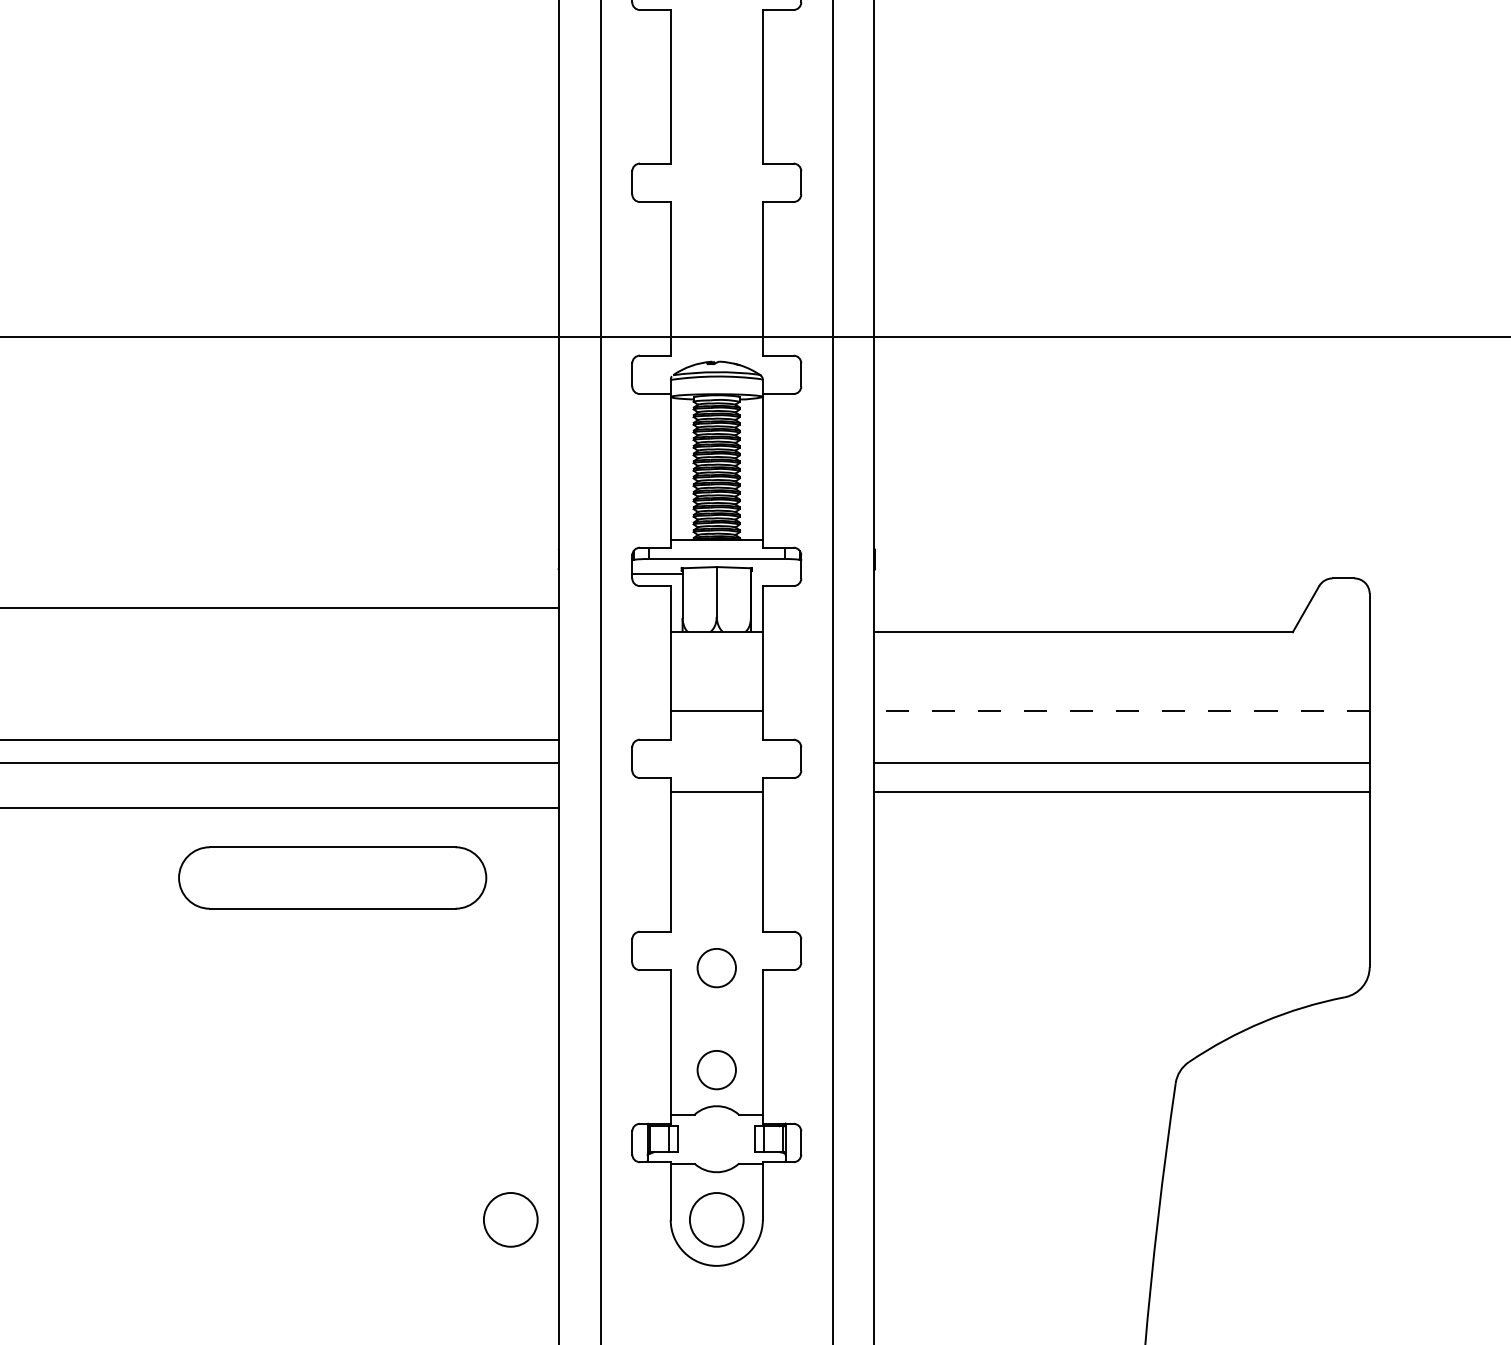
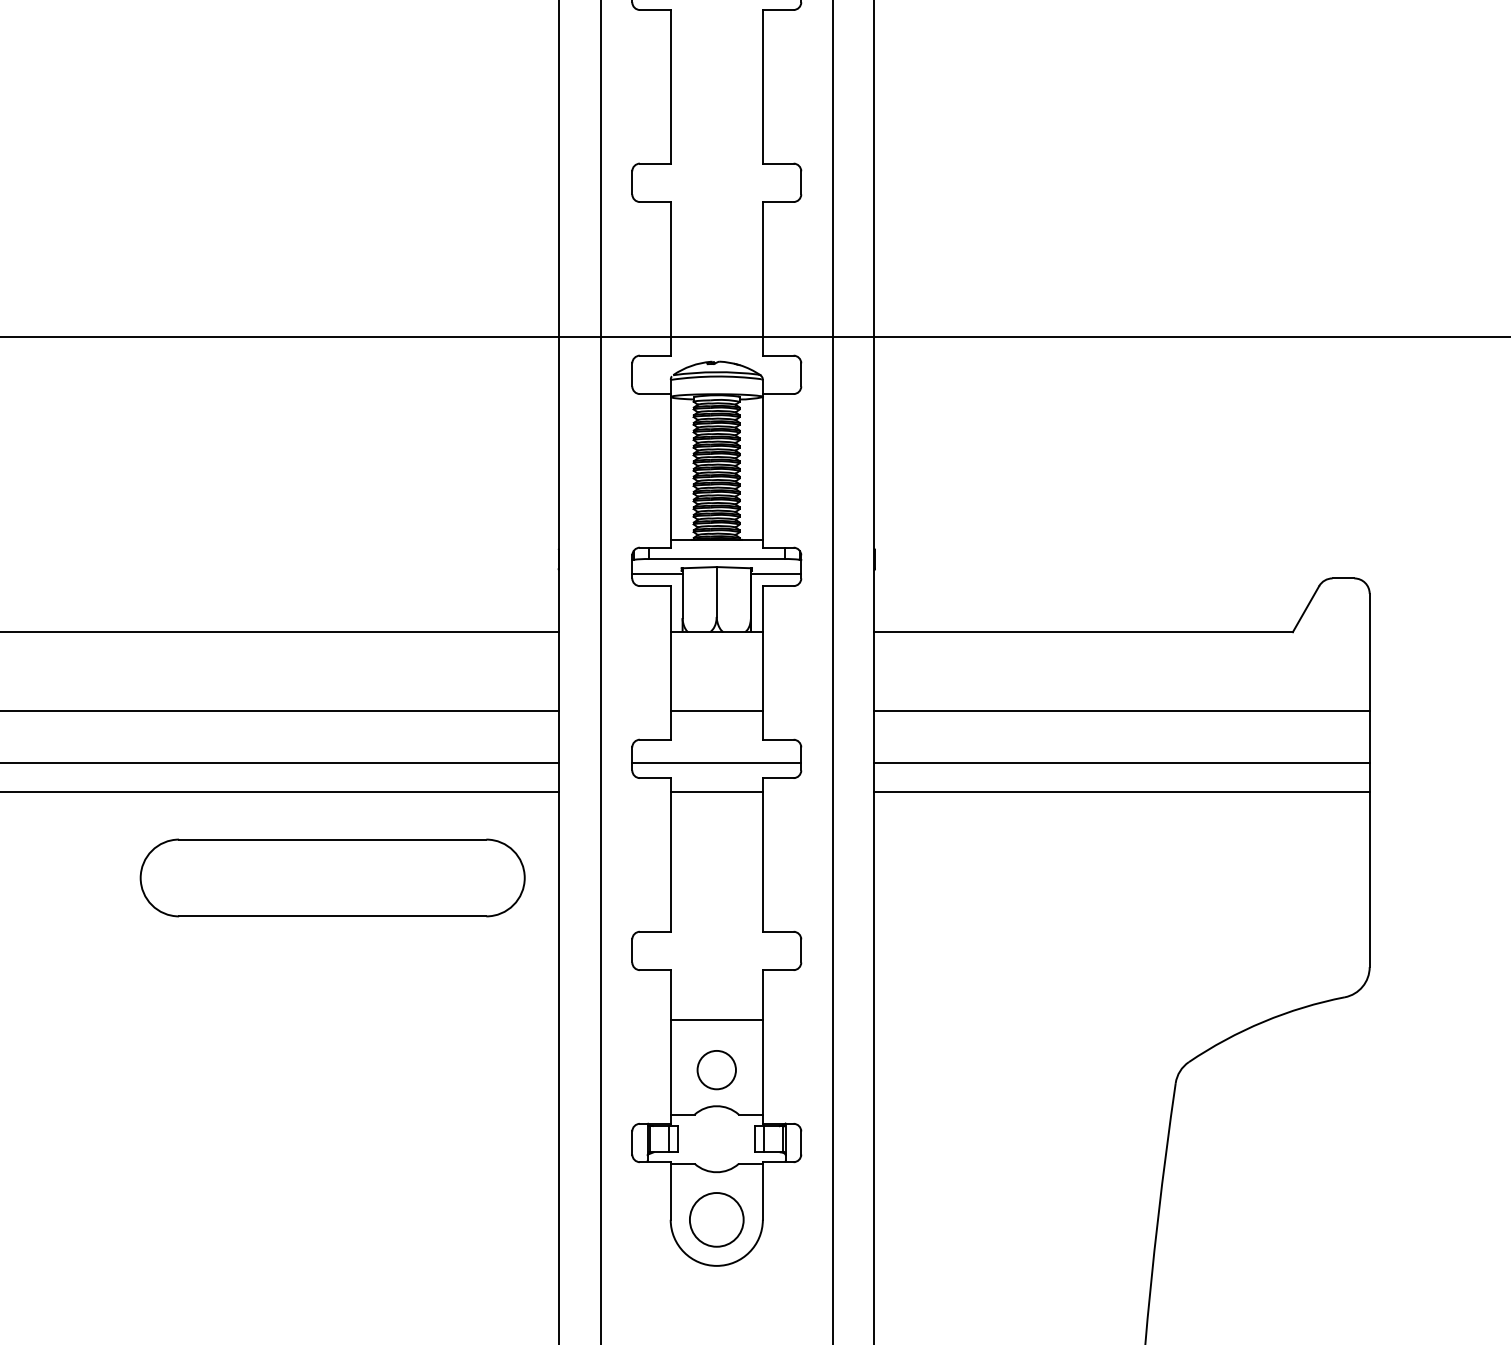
line at (775, 574): none -> present
line at (280, 608) position: (280, 608) -> (280, 632)
line at (1121, 710): dashed -> solid
line at (280, 739) position: (280, 739) -> (280, 710)
line at (716, 762): none -> present
line at (280, 807) position: (280, 807) -> (280, 791)
part at (332, 877) size: 310x64 px -> 387x80 px
circle at (716, 968): present -> none
line at (716, 1020): none -> present
circle at (510, 1219): present -> none
